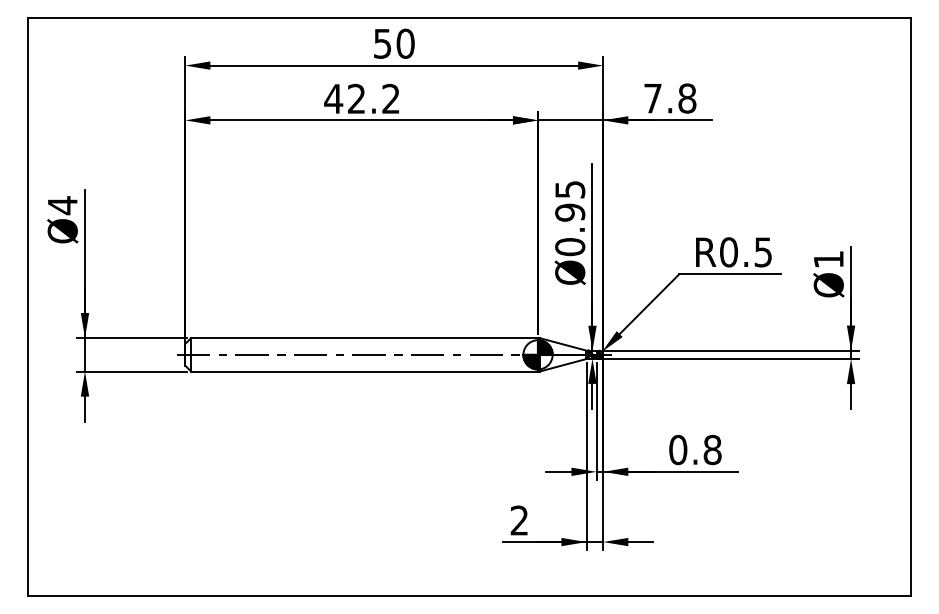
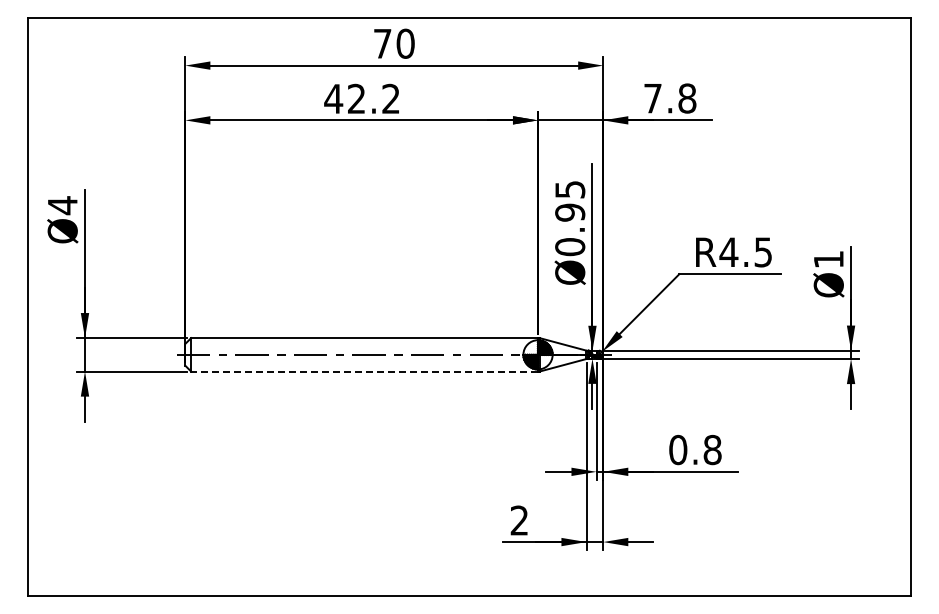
text at (382, 43): 50 -> 70
text at (728, 252): R0.5 -> R4.5
line at (364, 371): solid -> dashed
